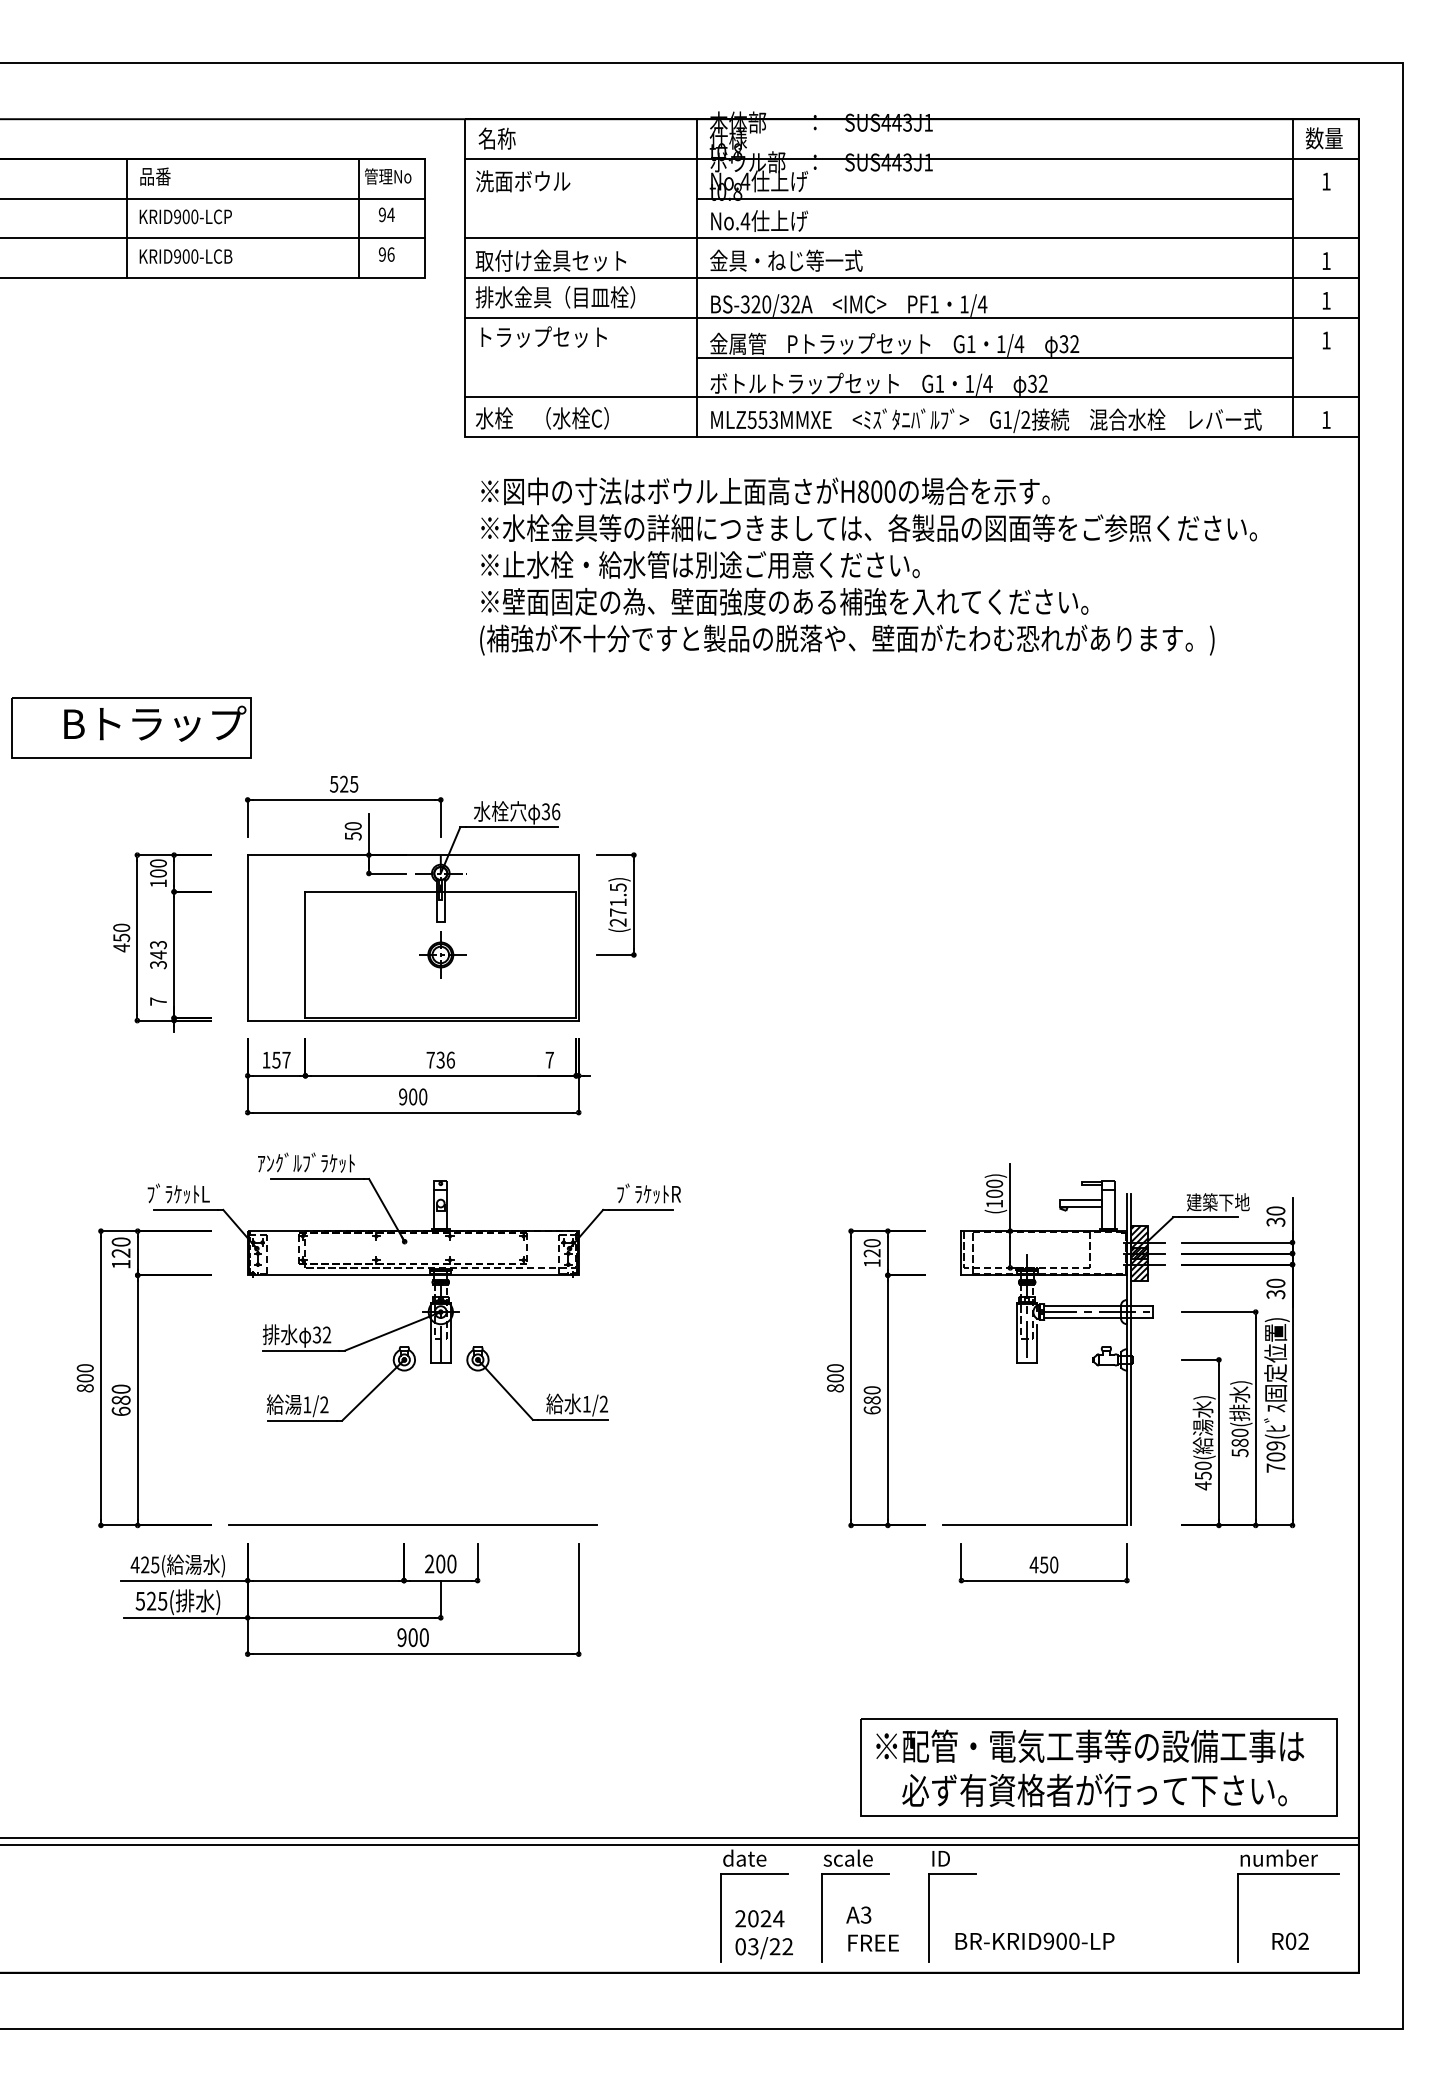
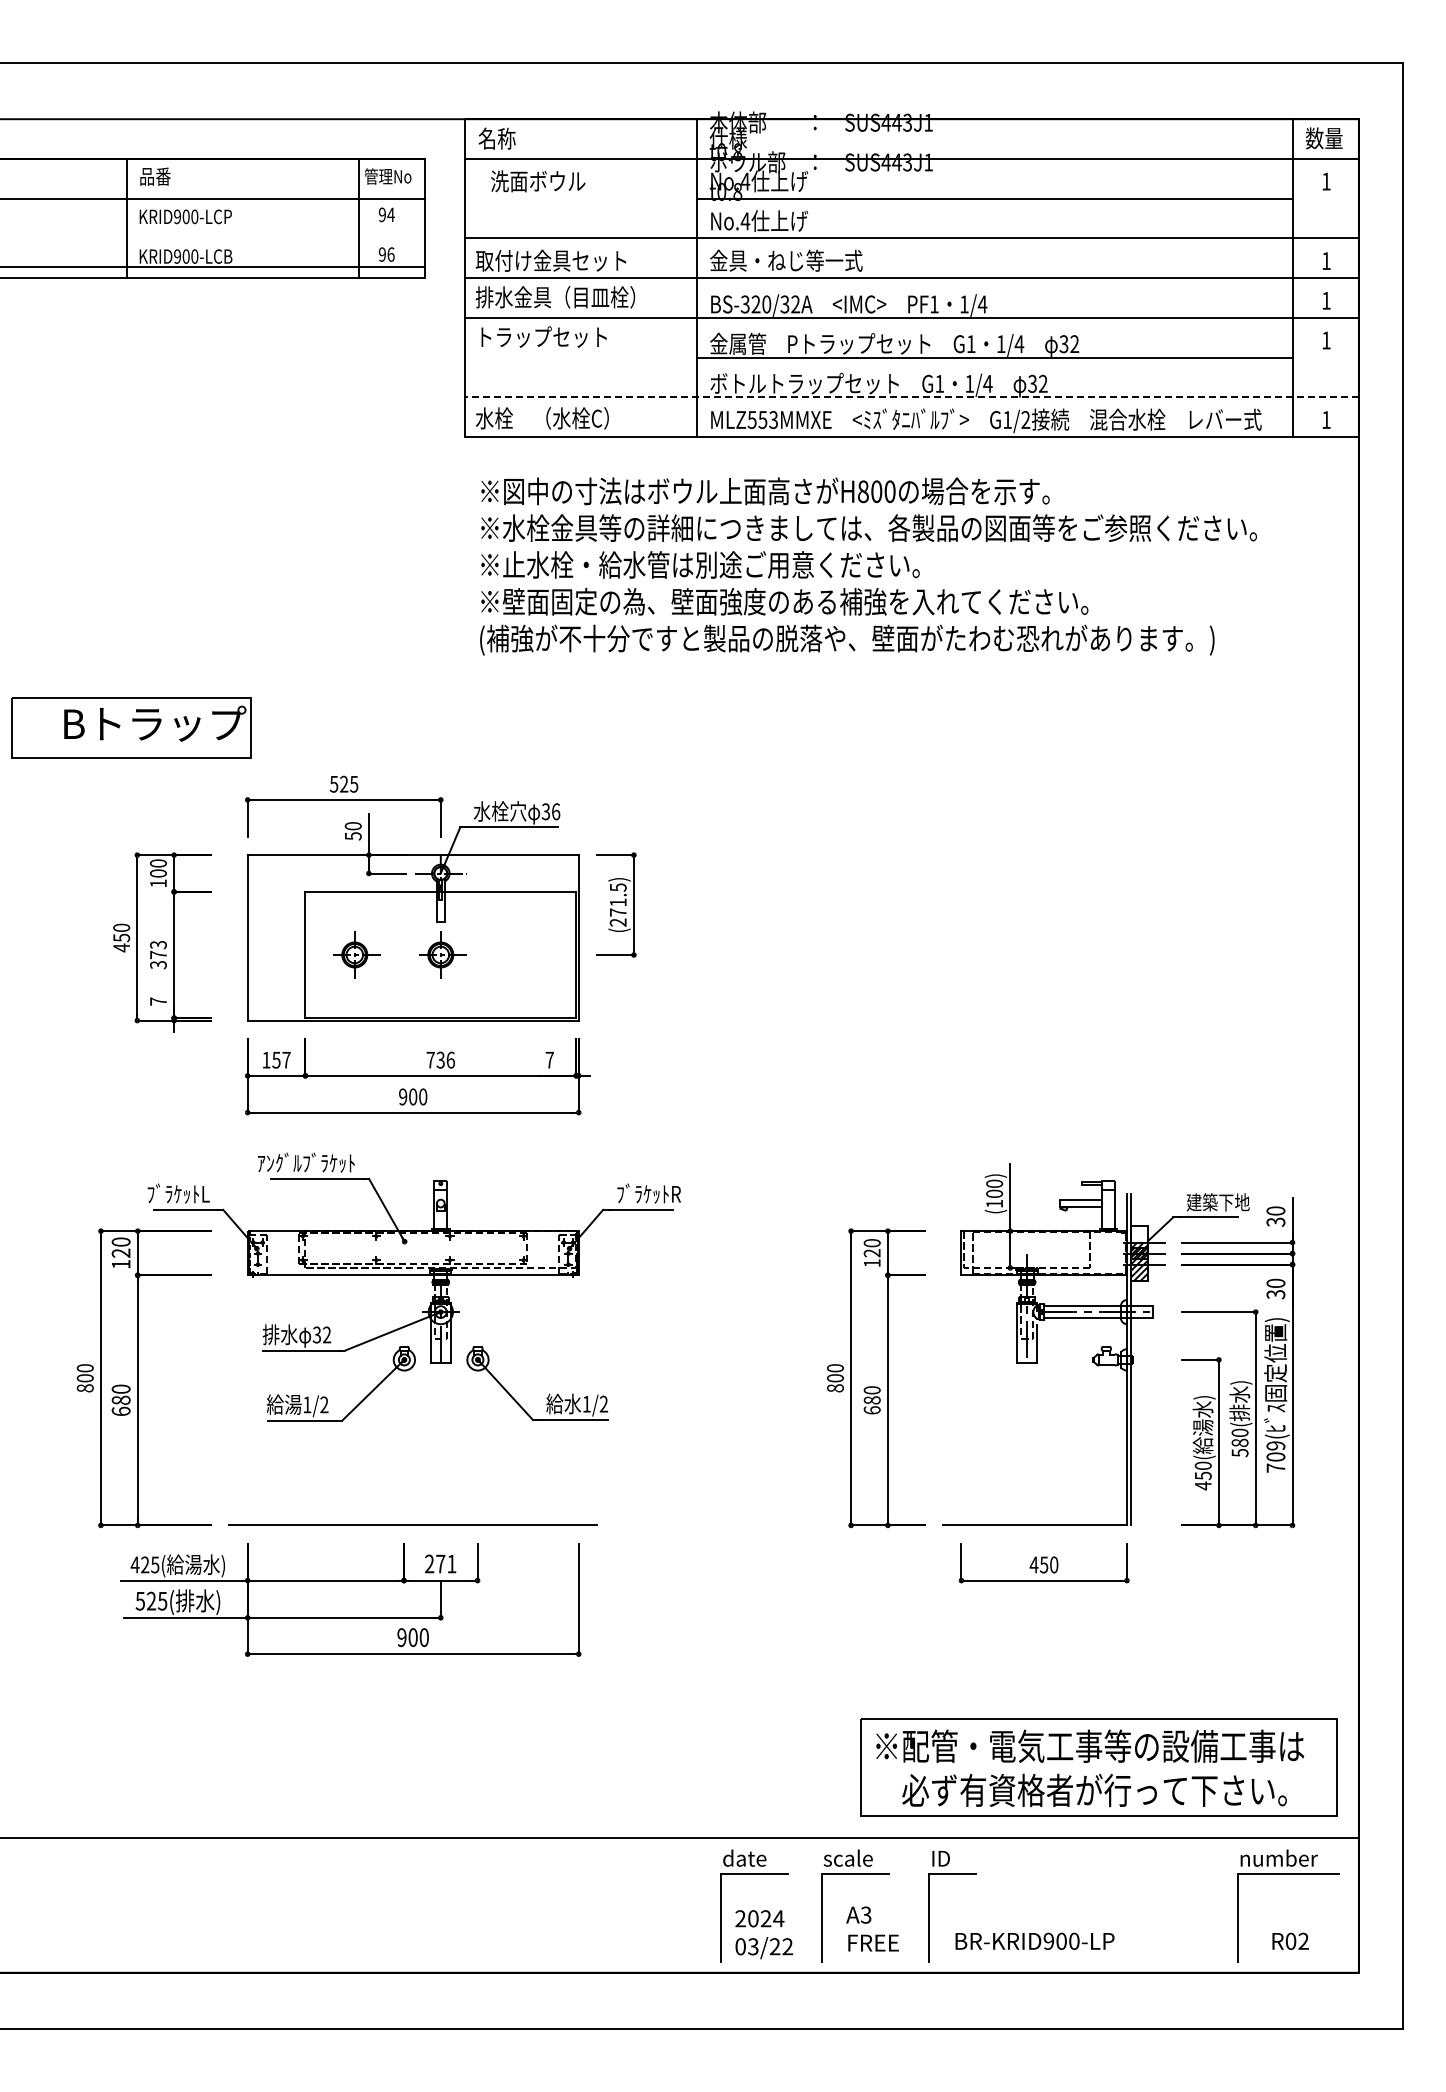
text at (523, 181) position: (523, 181) -> (538, 181)
line at (213, 238) position: (213, 238) -> (213, 267)
line at (911, 397): solid -> dashed
text at (158, 954): 343 -> 373
part at (356, 954): none -> present
hatch at (1139, 1234): present -> none
text at (446, 1563): 200 -> 271
line at (680, 1845): present -> none
